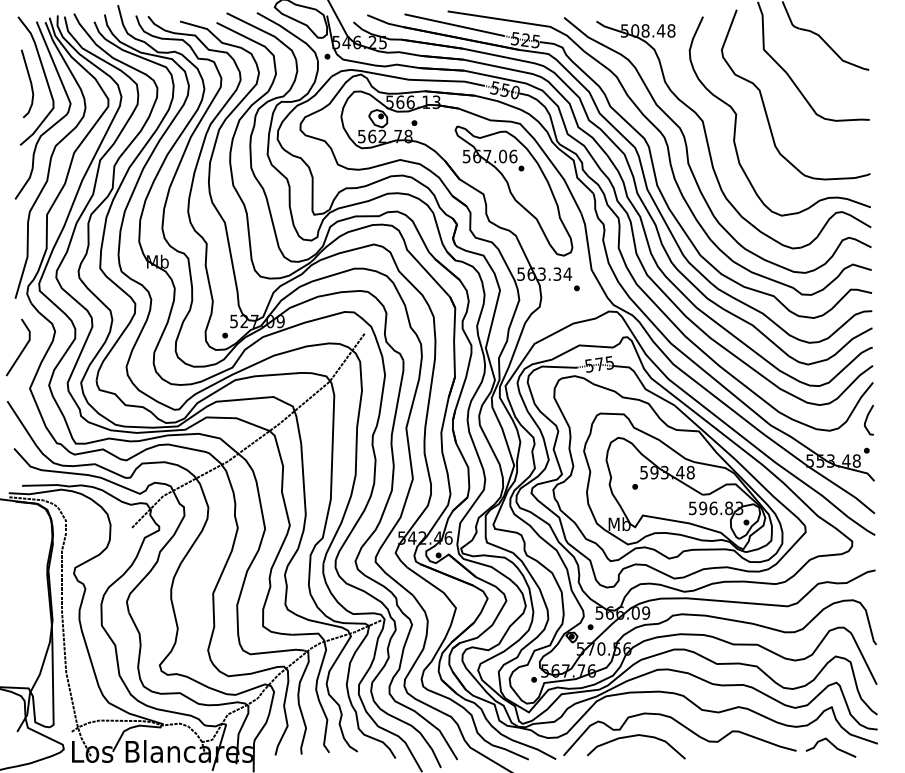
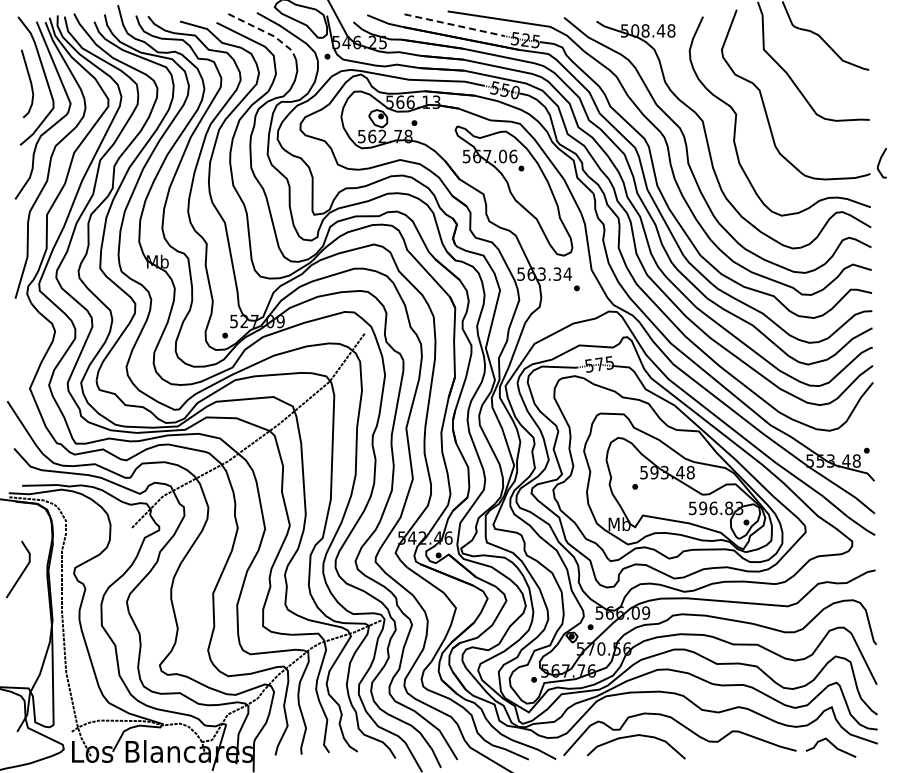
line at (454, 25): solid -> dashed
line at (266, 32): solid -> dashed
line at (21, 350) position: (21, 350) -> (21, 572)
curve at (867, 419) position: (867, 419) -> (880, 162)
